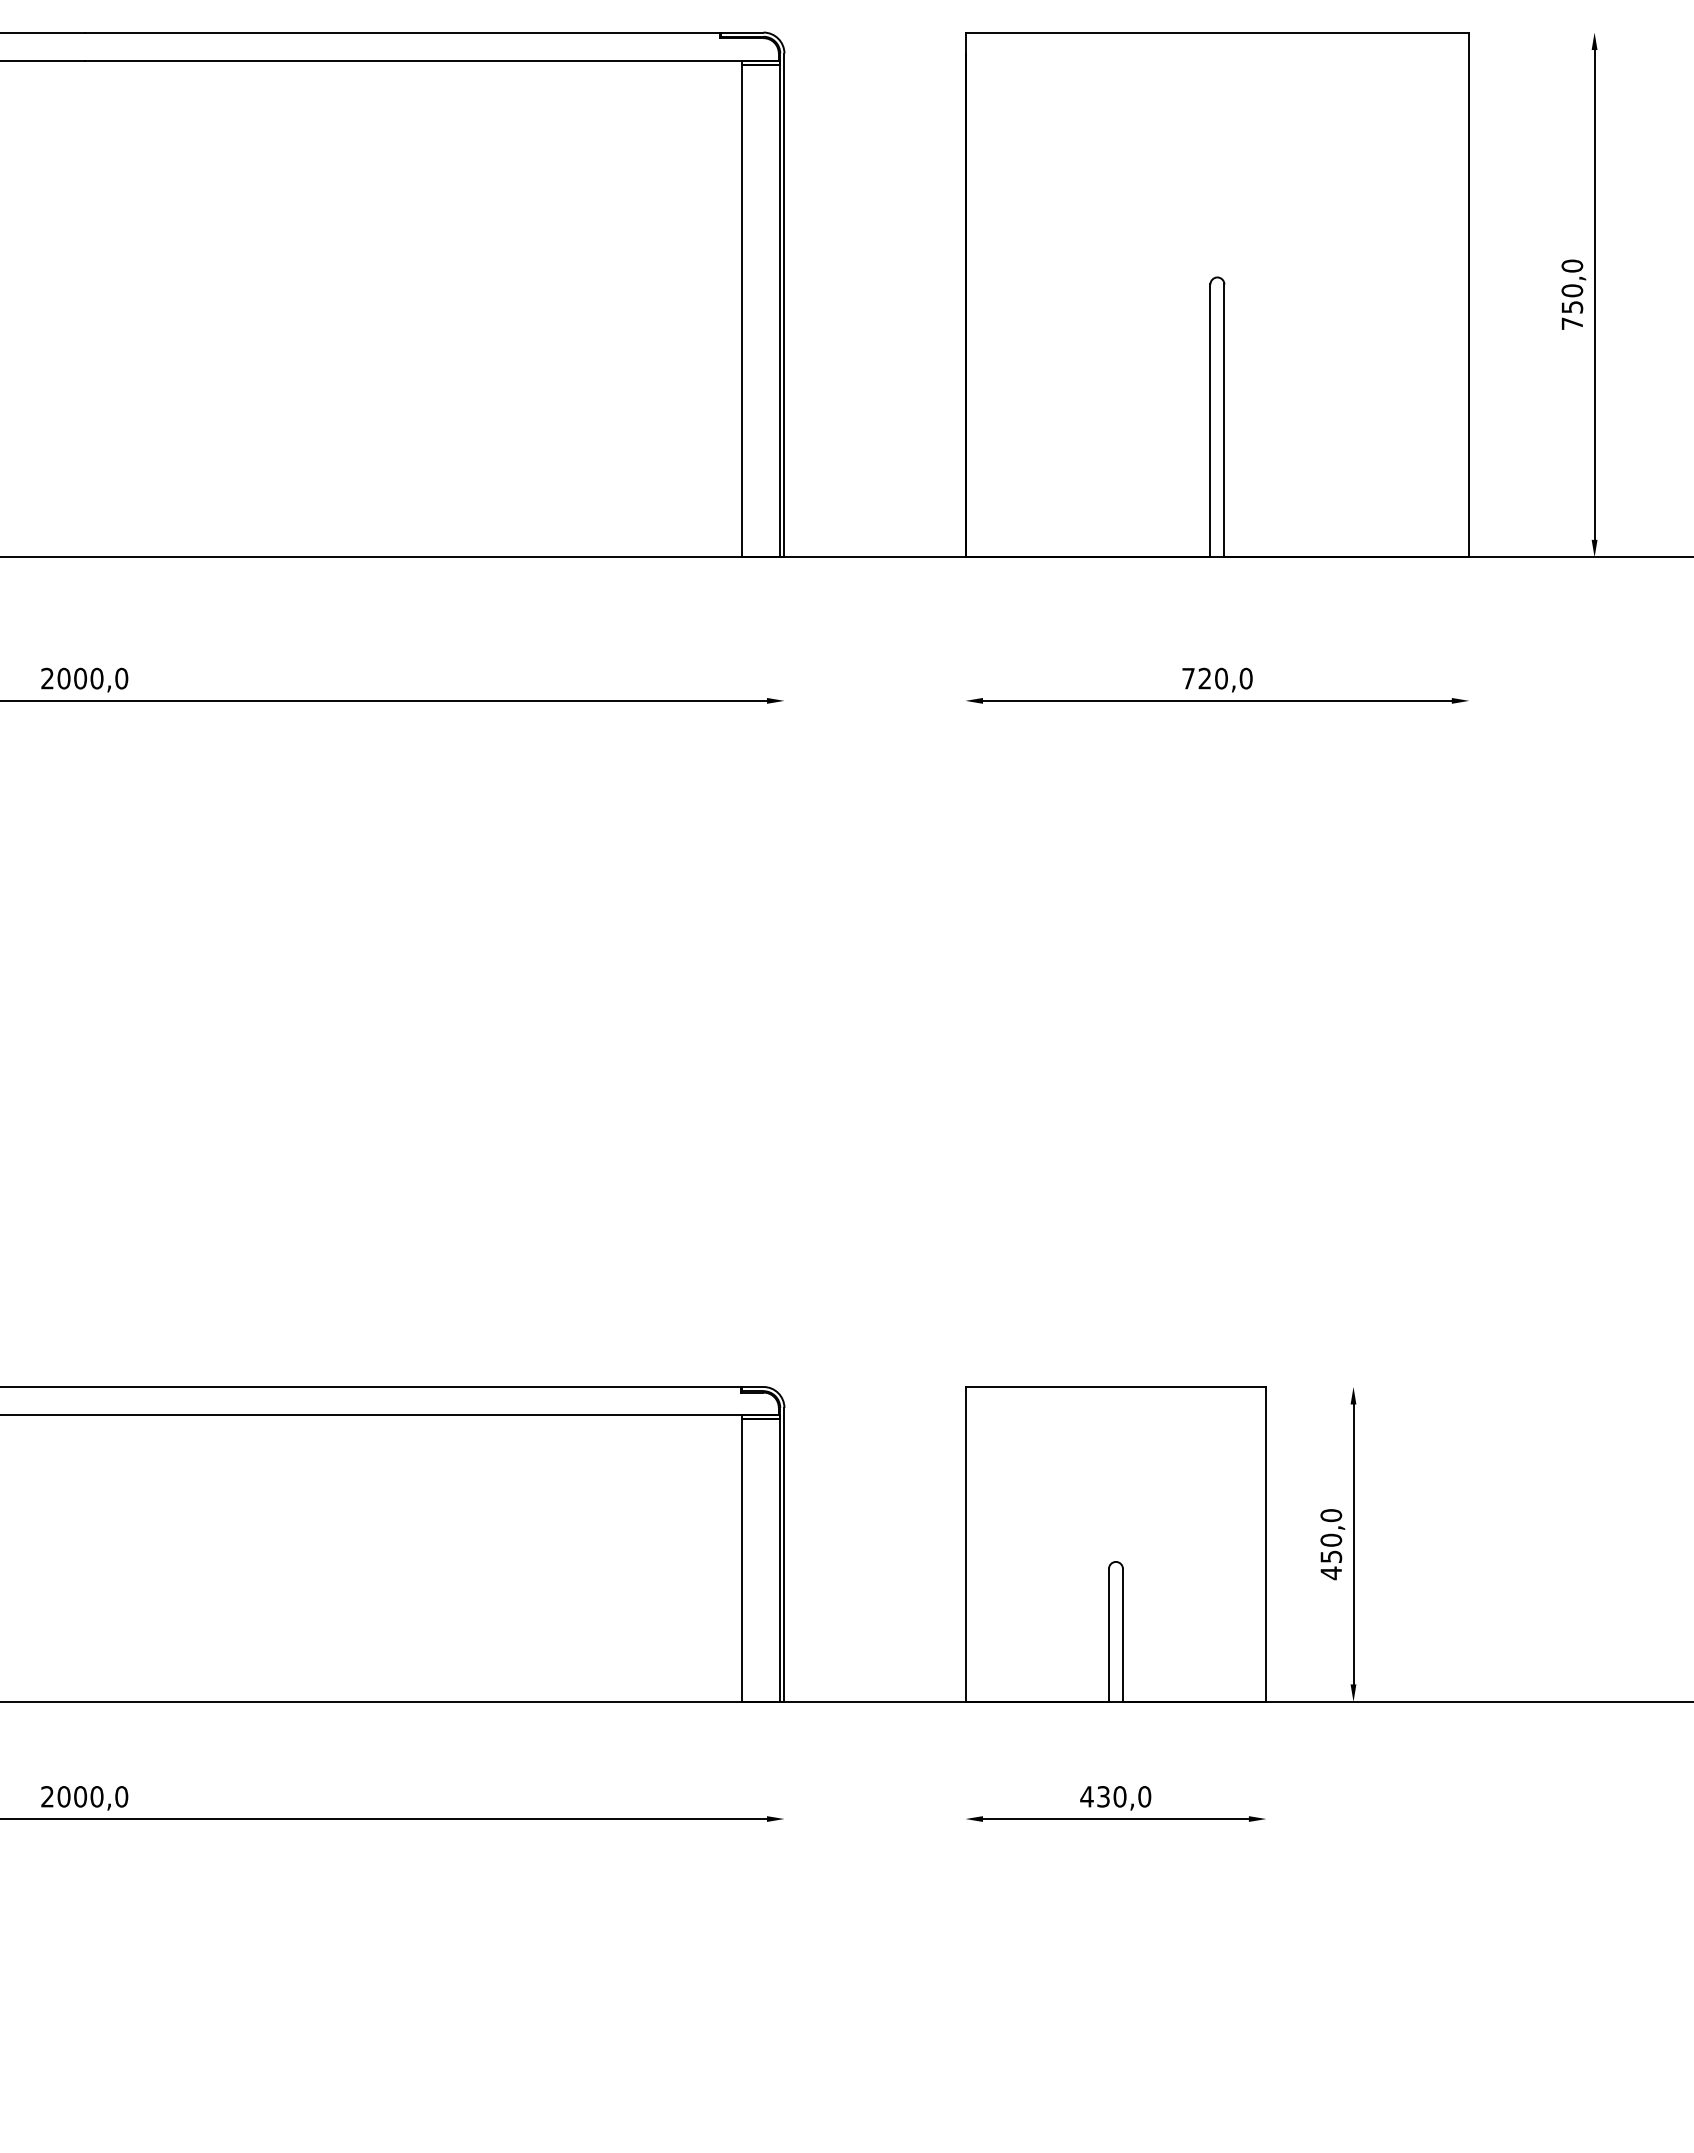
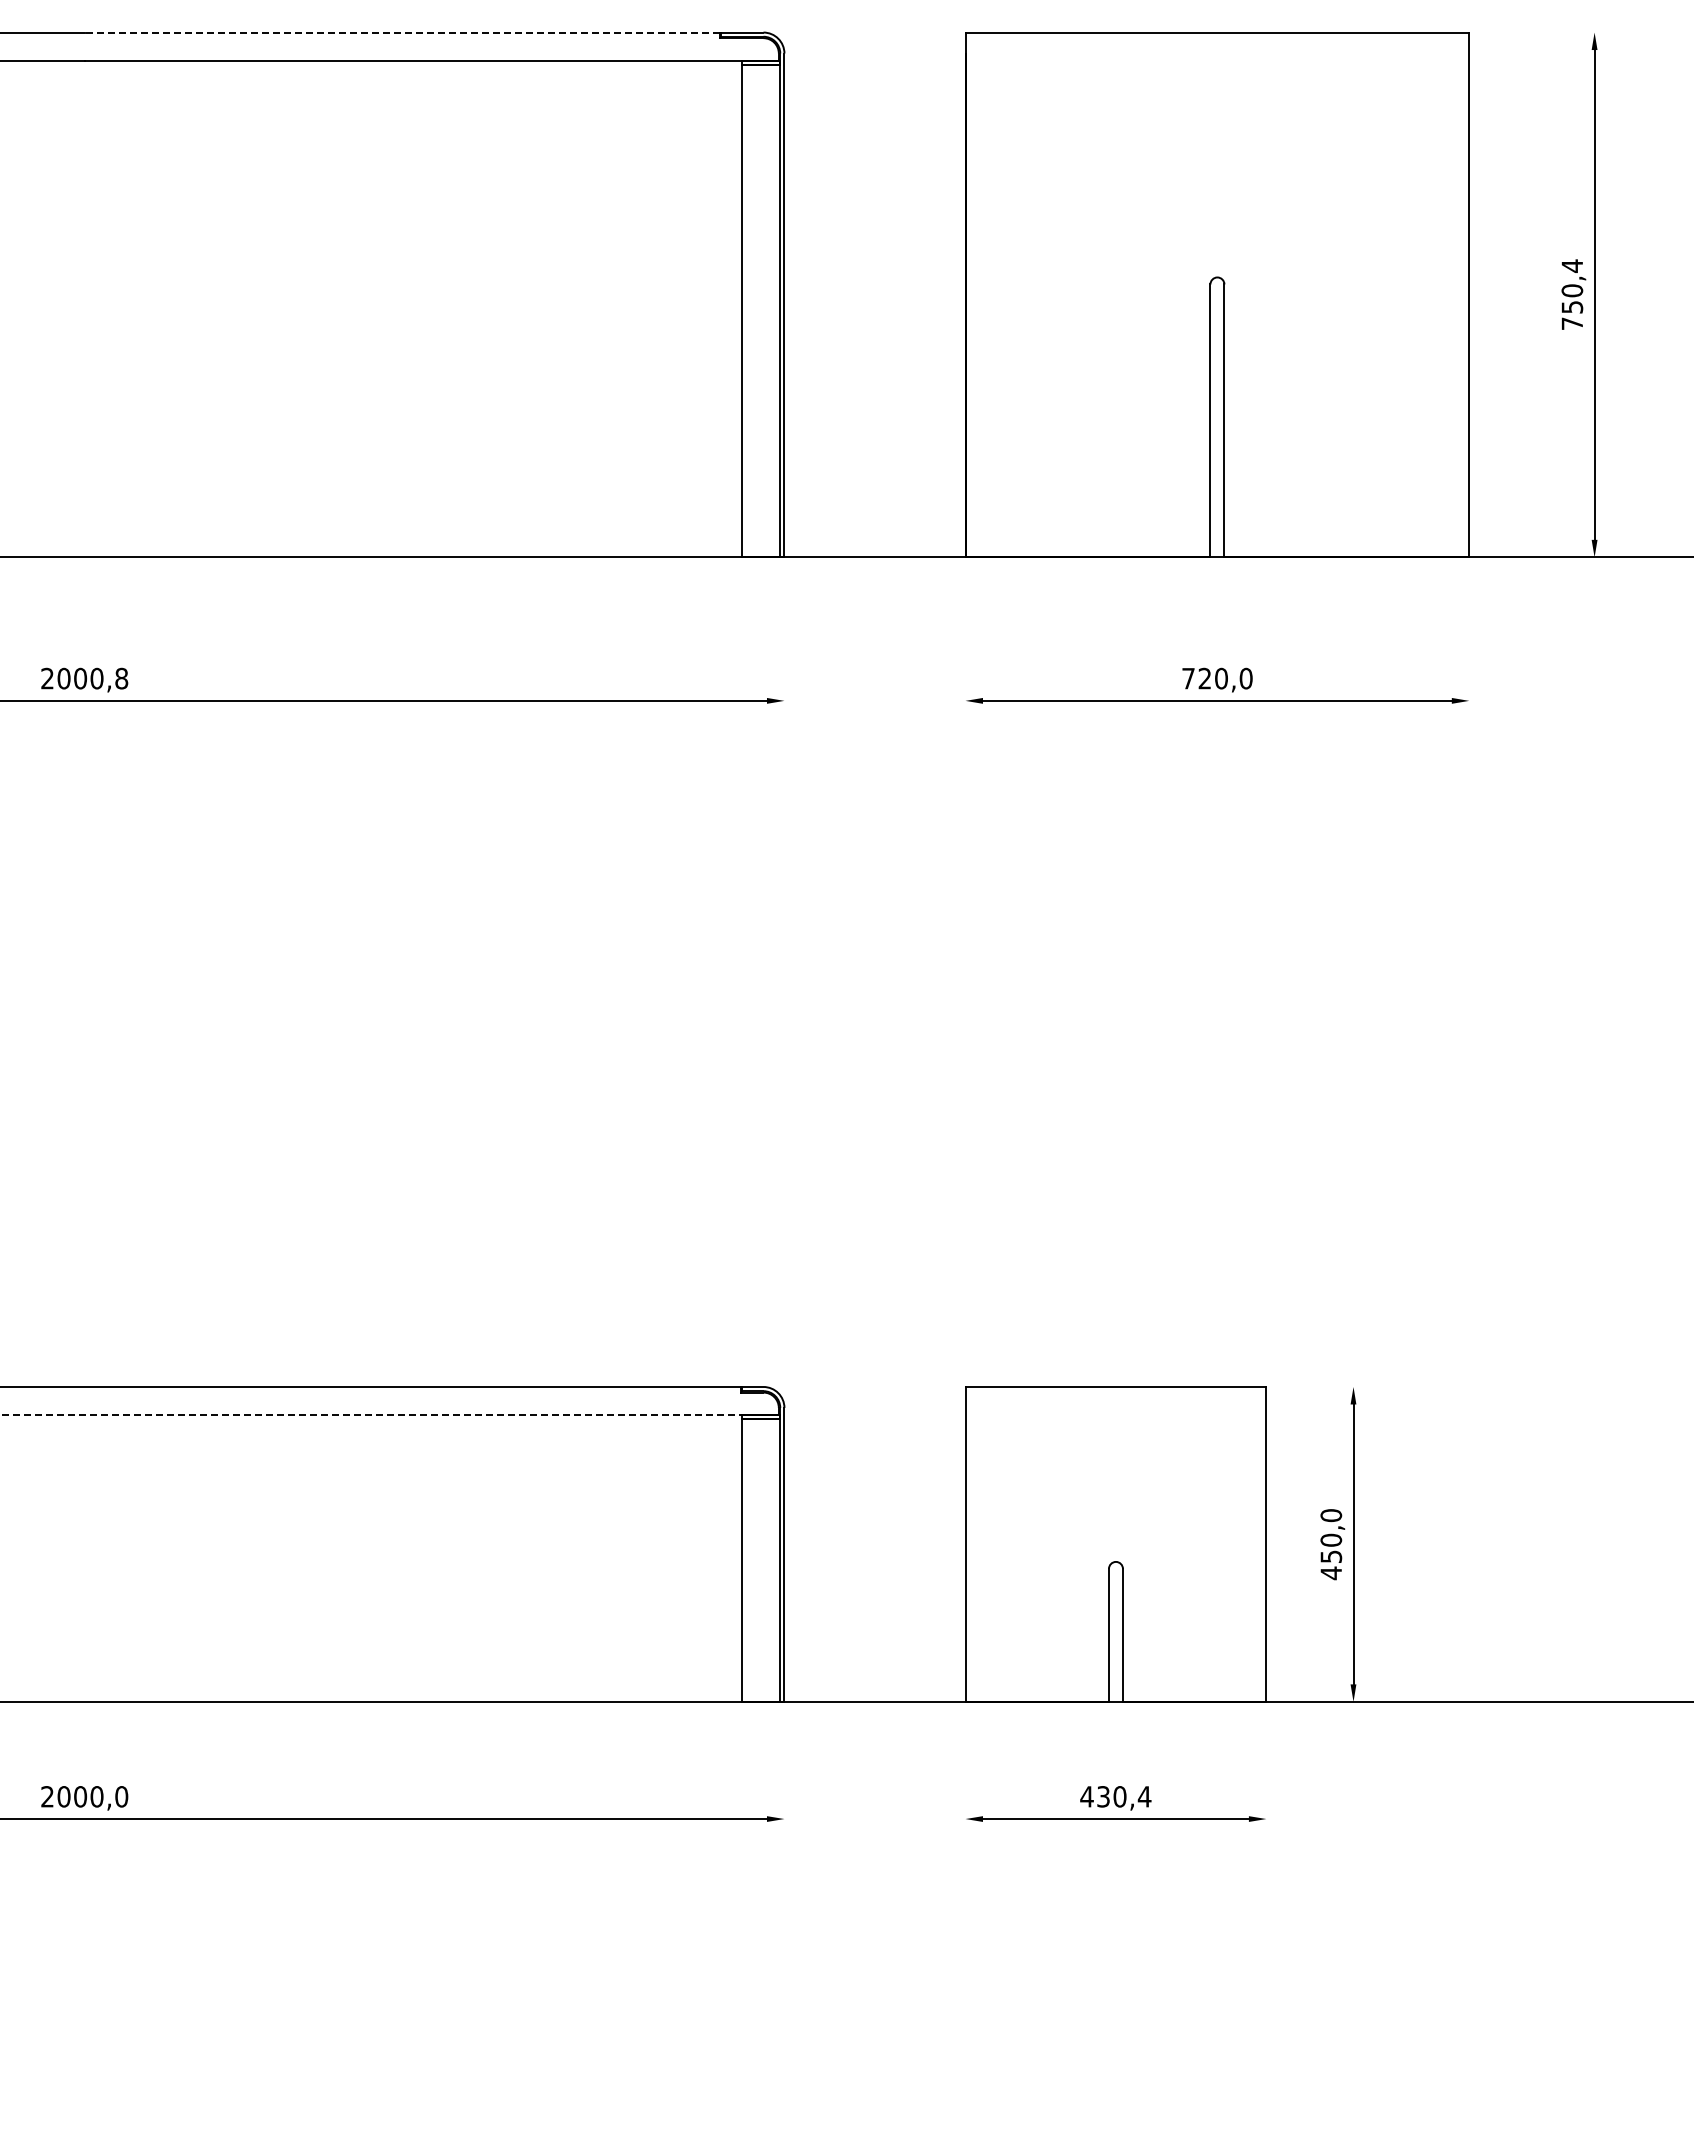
line at (402, 32): solid -> dashed
text at (1572, 265): 750,0 -> 750,4
text at (121, 678): 2000,0 -> 2000,8
line at (389, 1414): solid -> dashed
text at (1144, 1796): 430,0 -> 430,4
